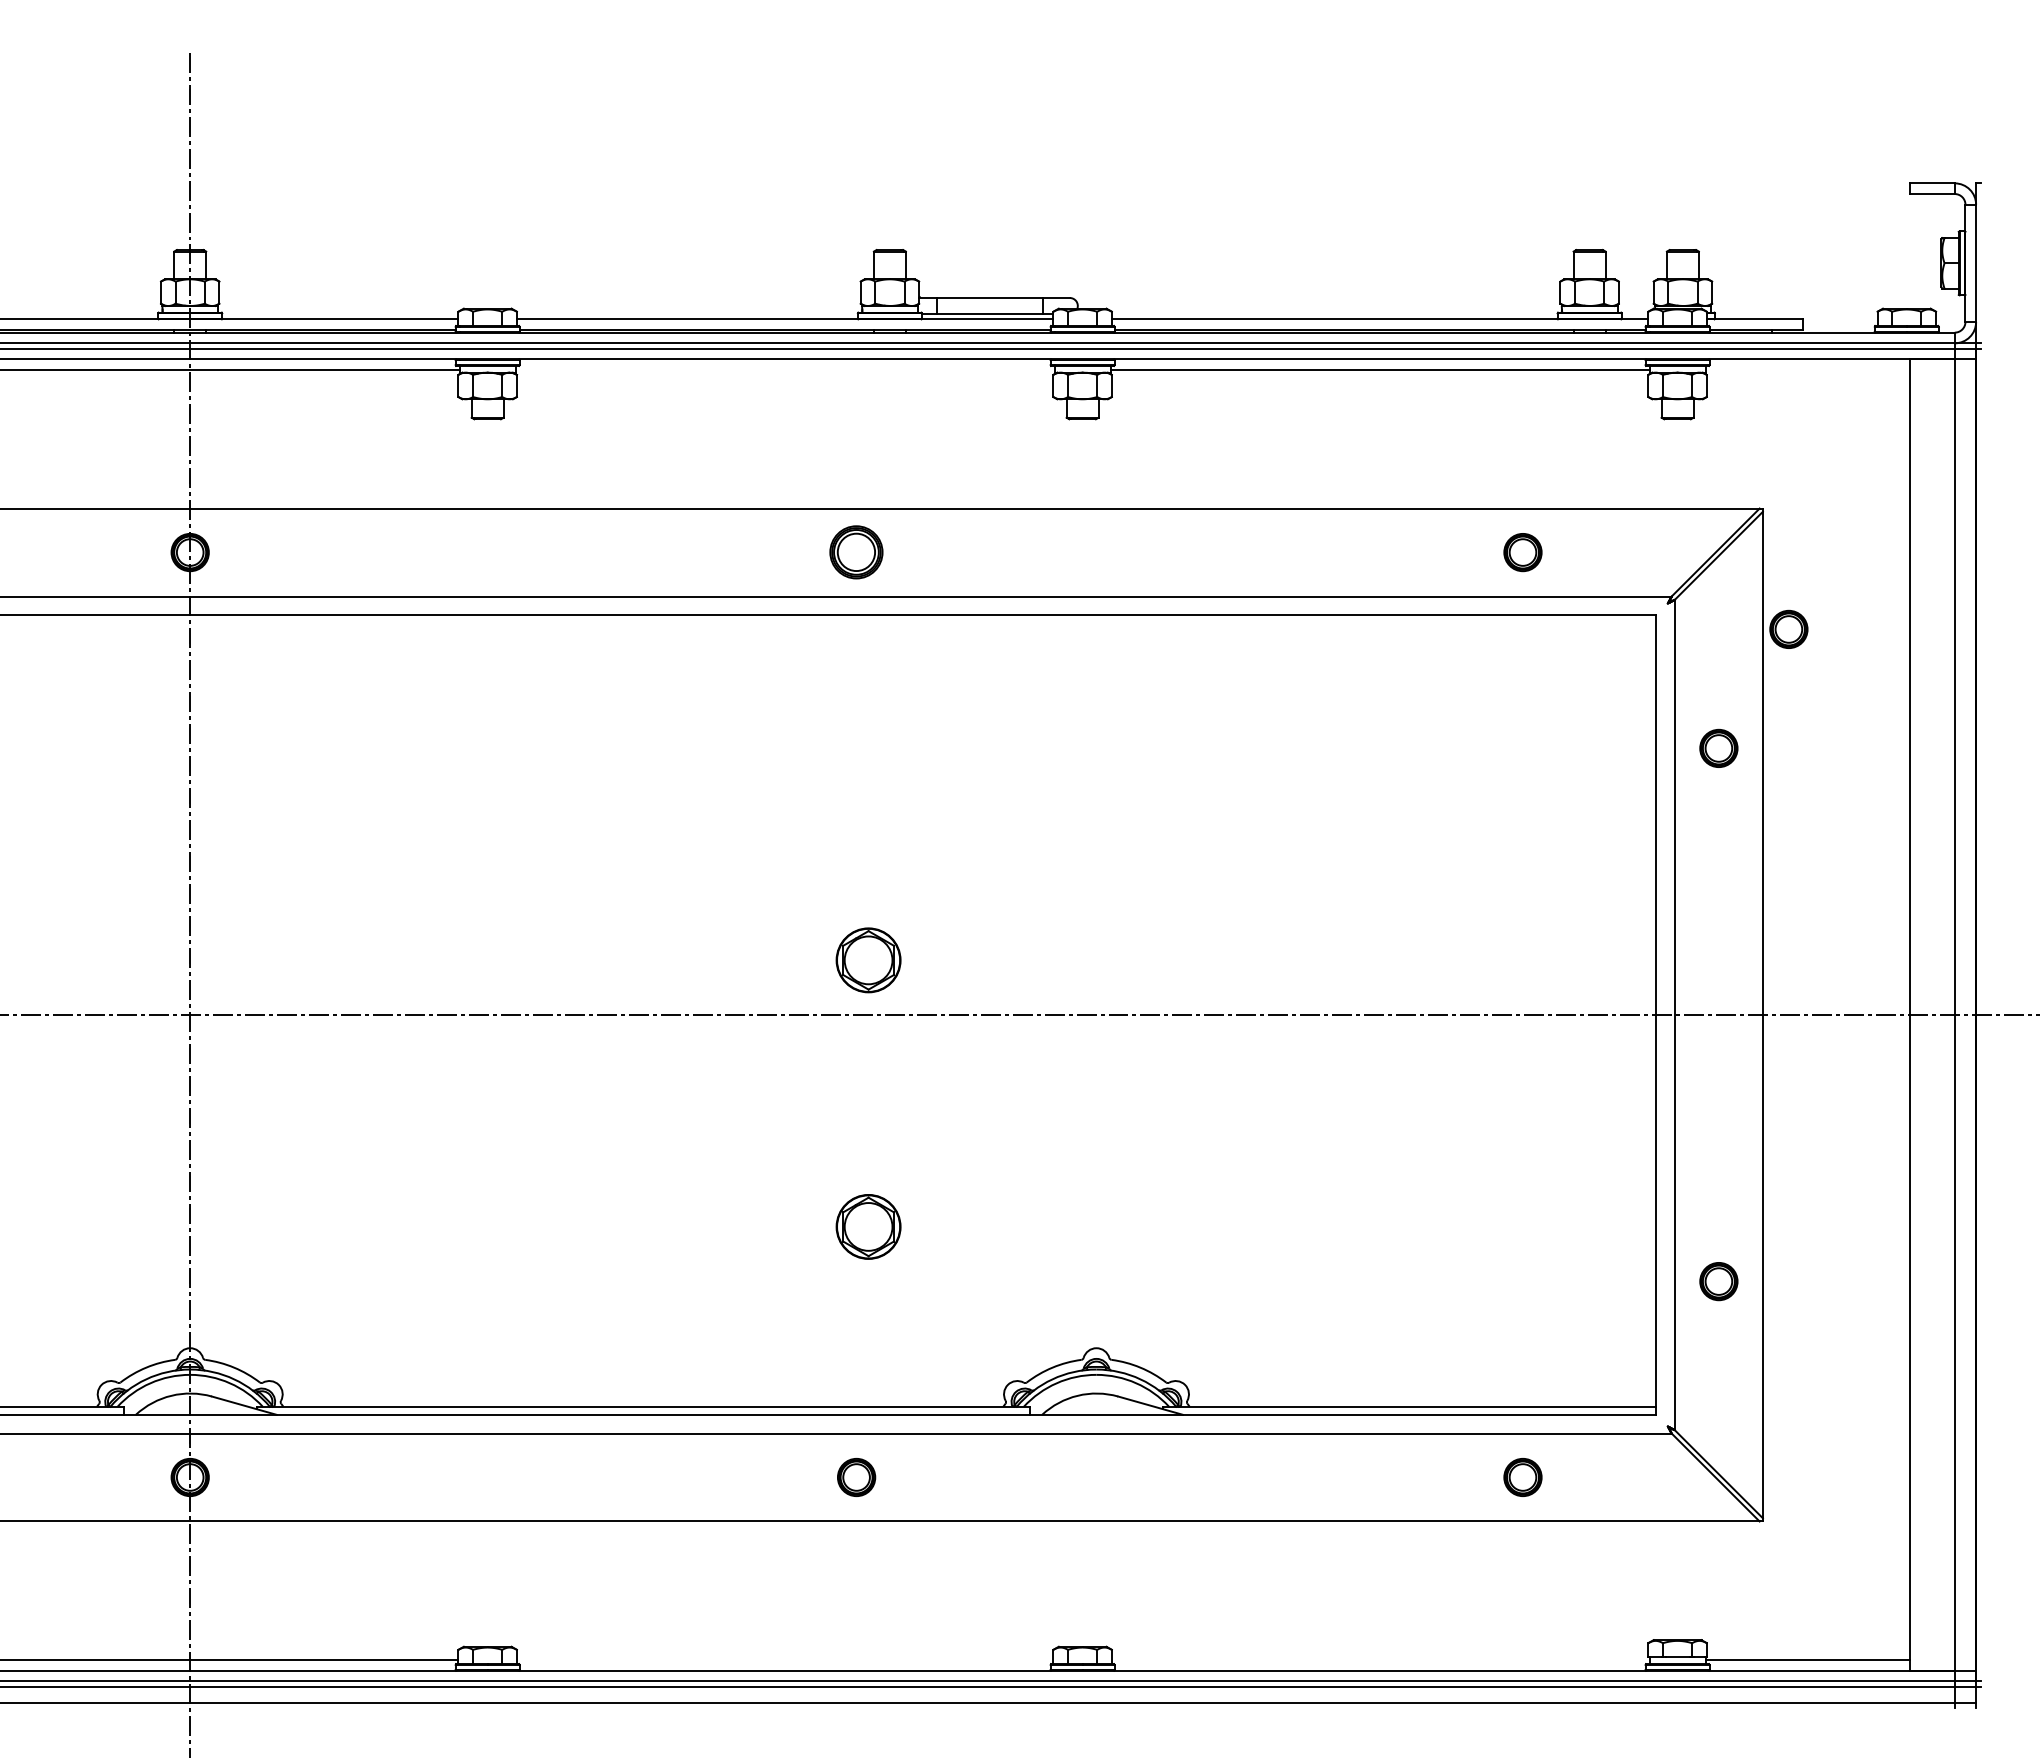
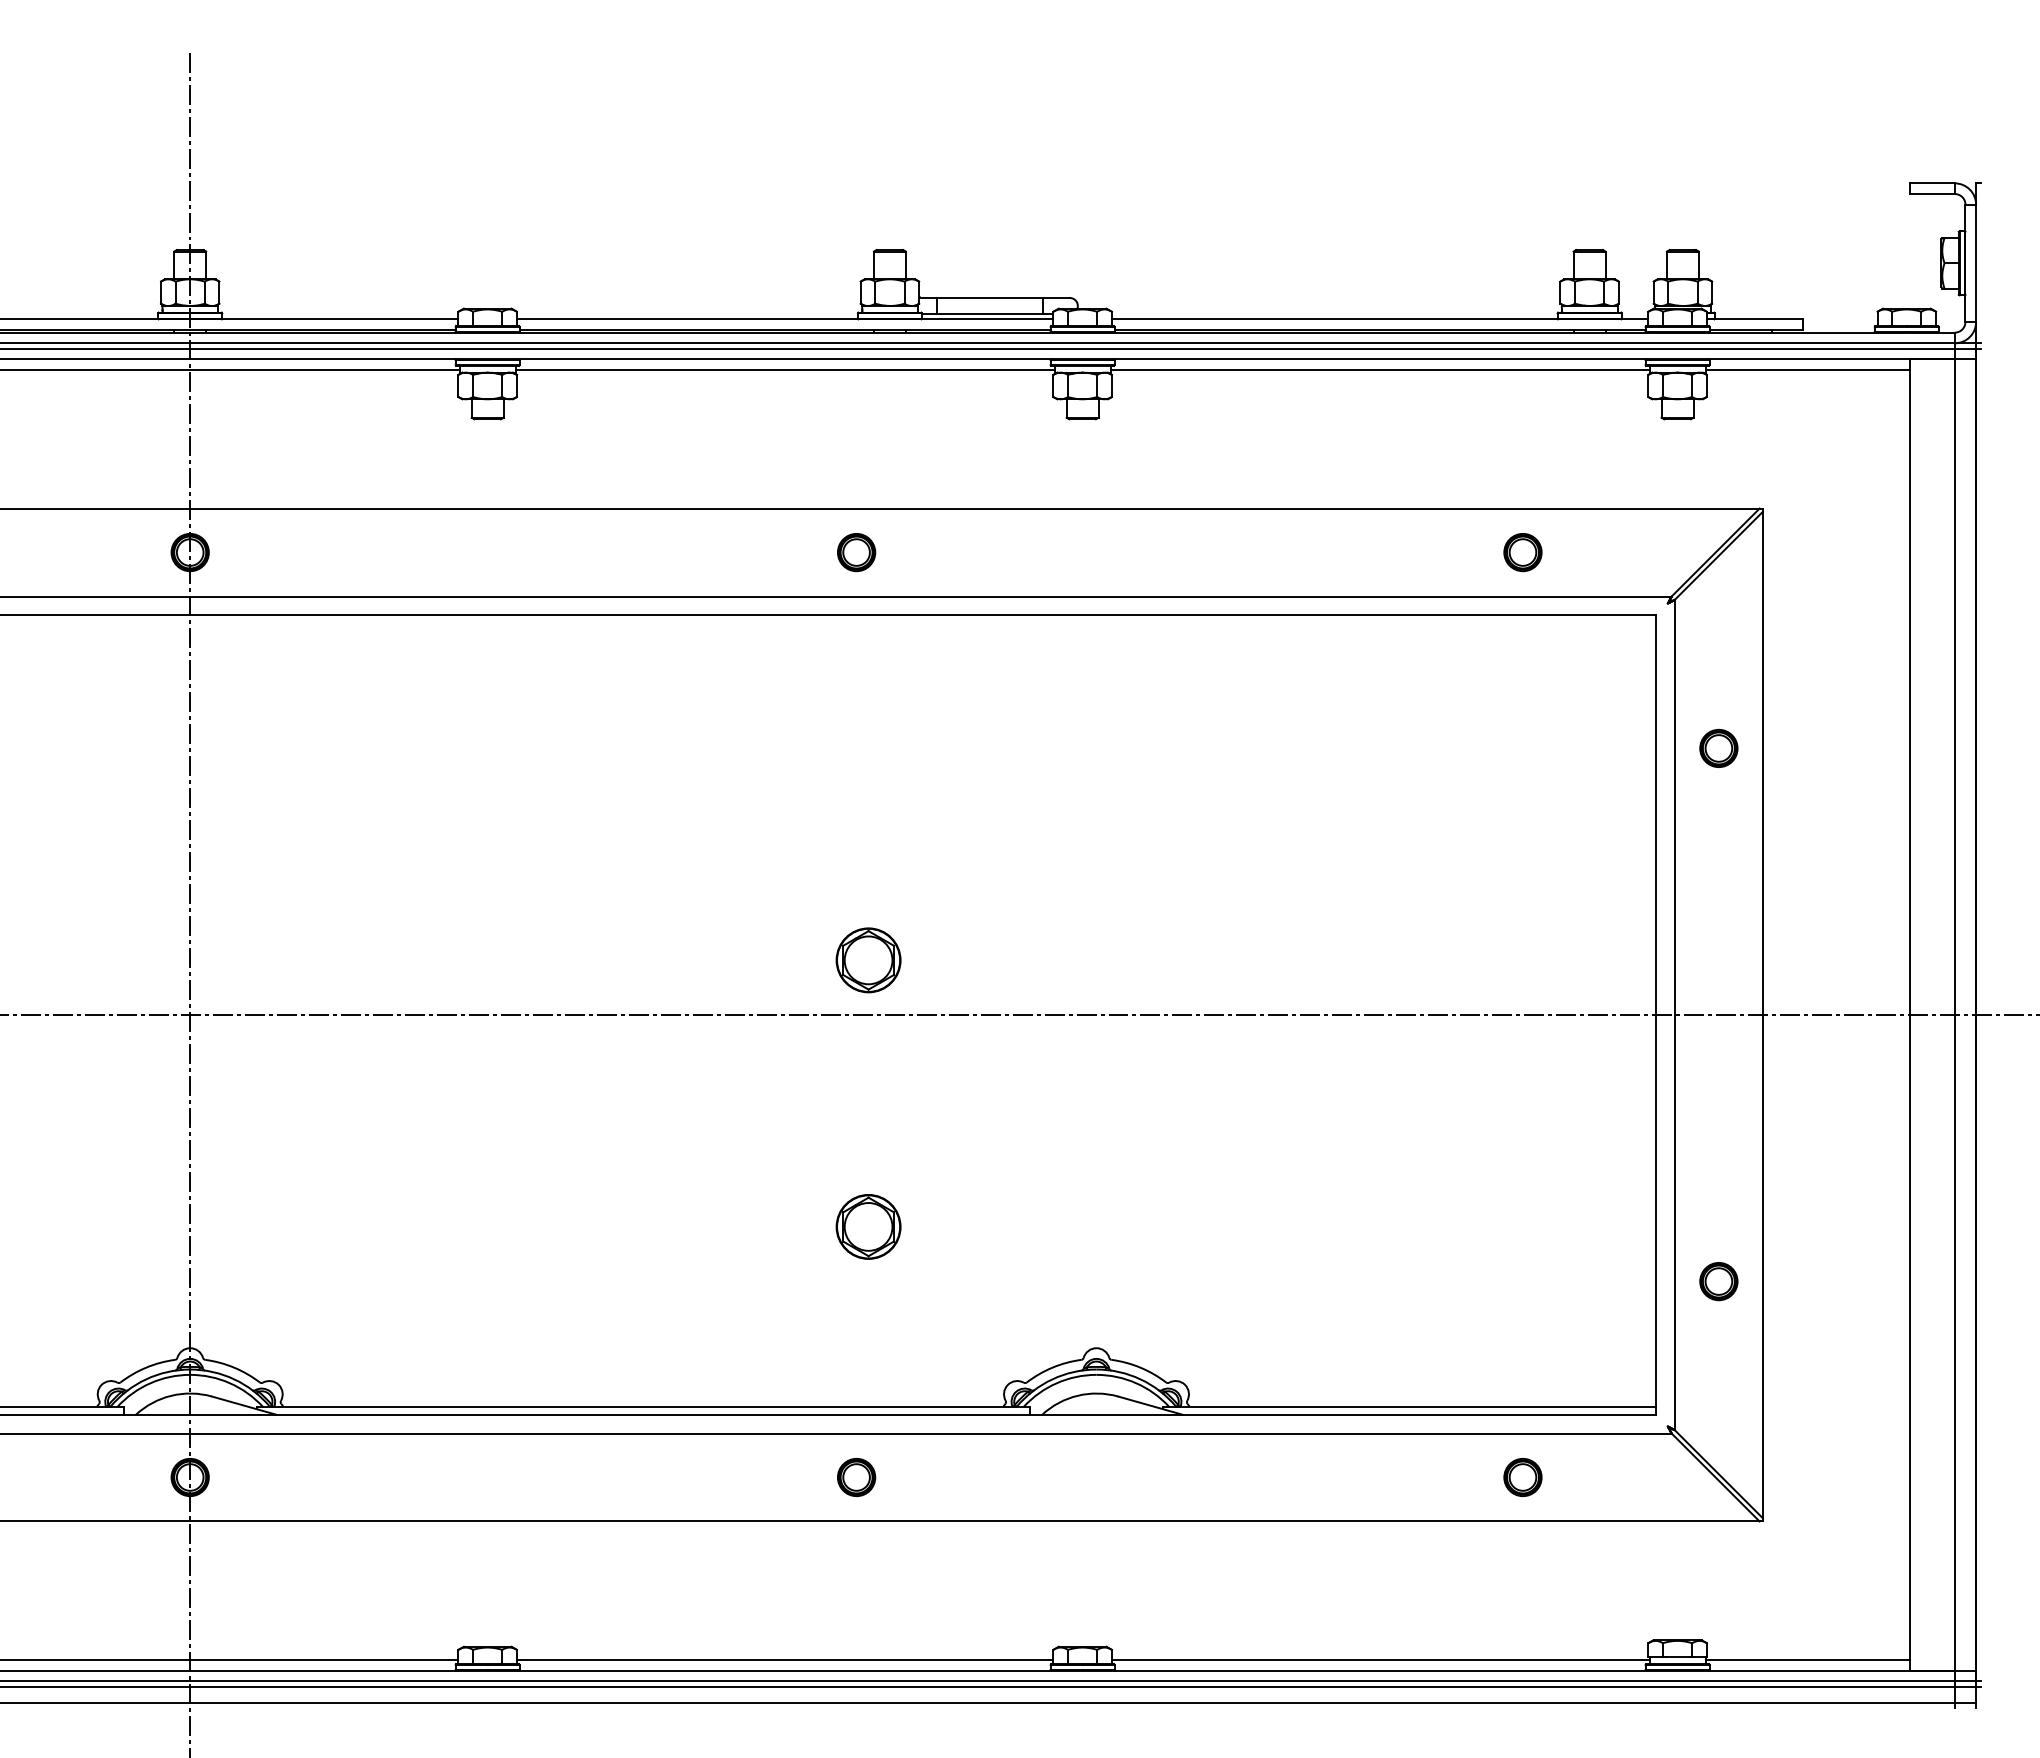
line at (784, 369): none -> present
line at (1807, 369): none -> present
part at (856, 552) size: 55x55 px -> 40x40 px
part at (1788, 628): present -> none
line at (784, 1660): none -> present
line at (1380, 1660): none -> present
